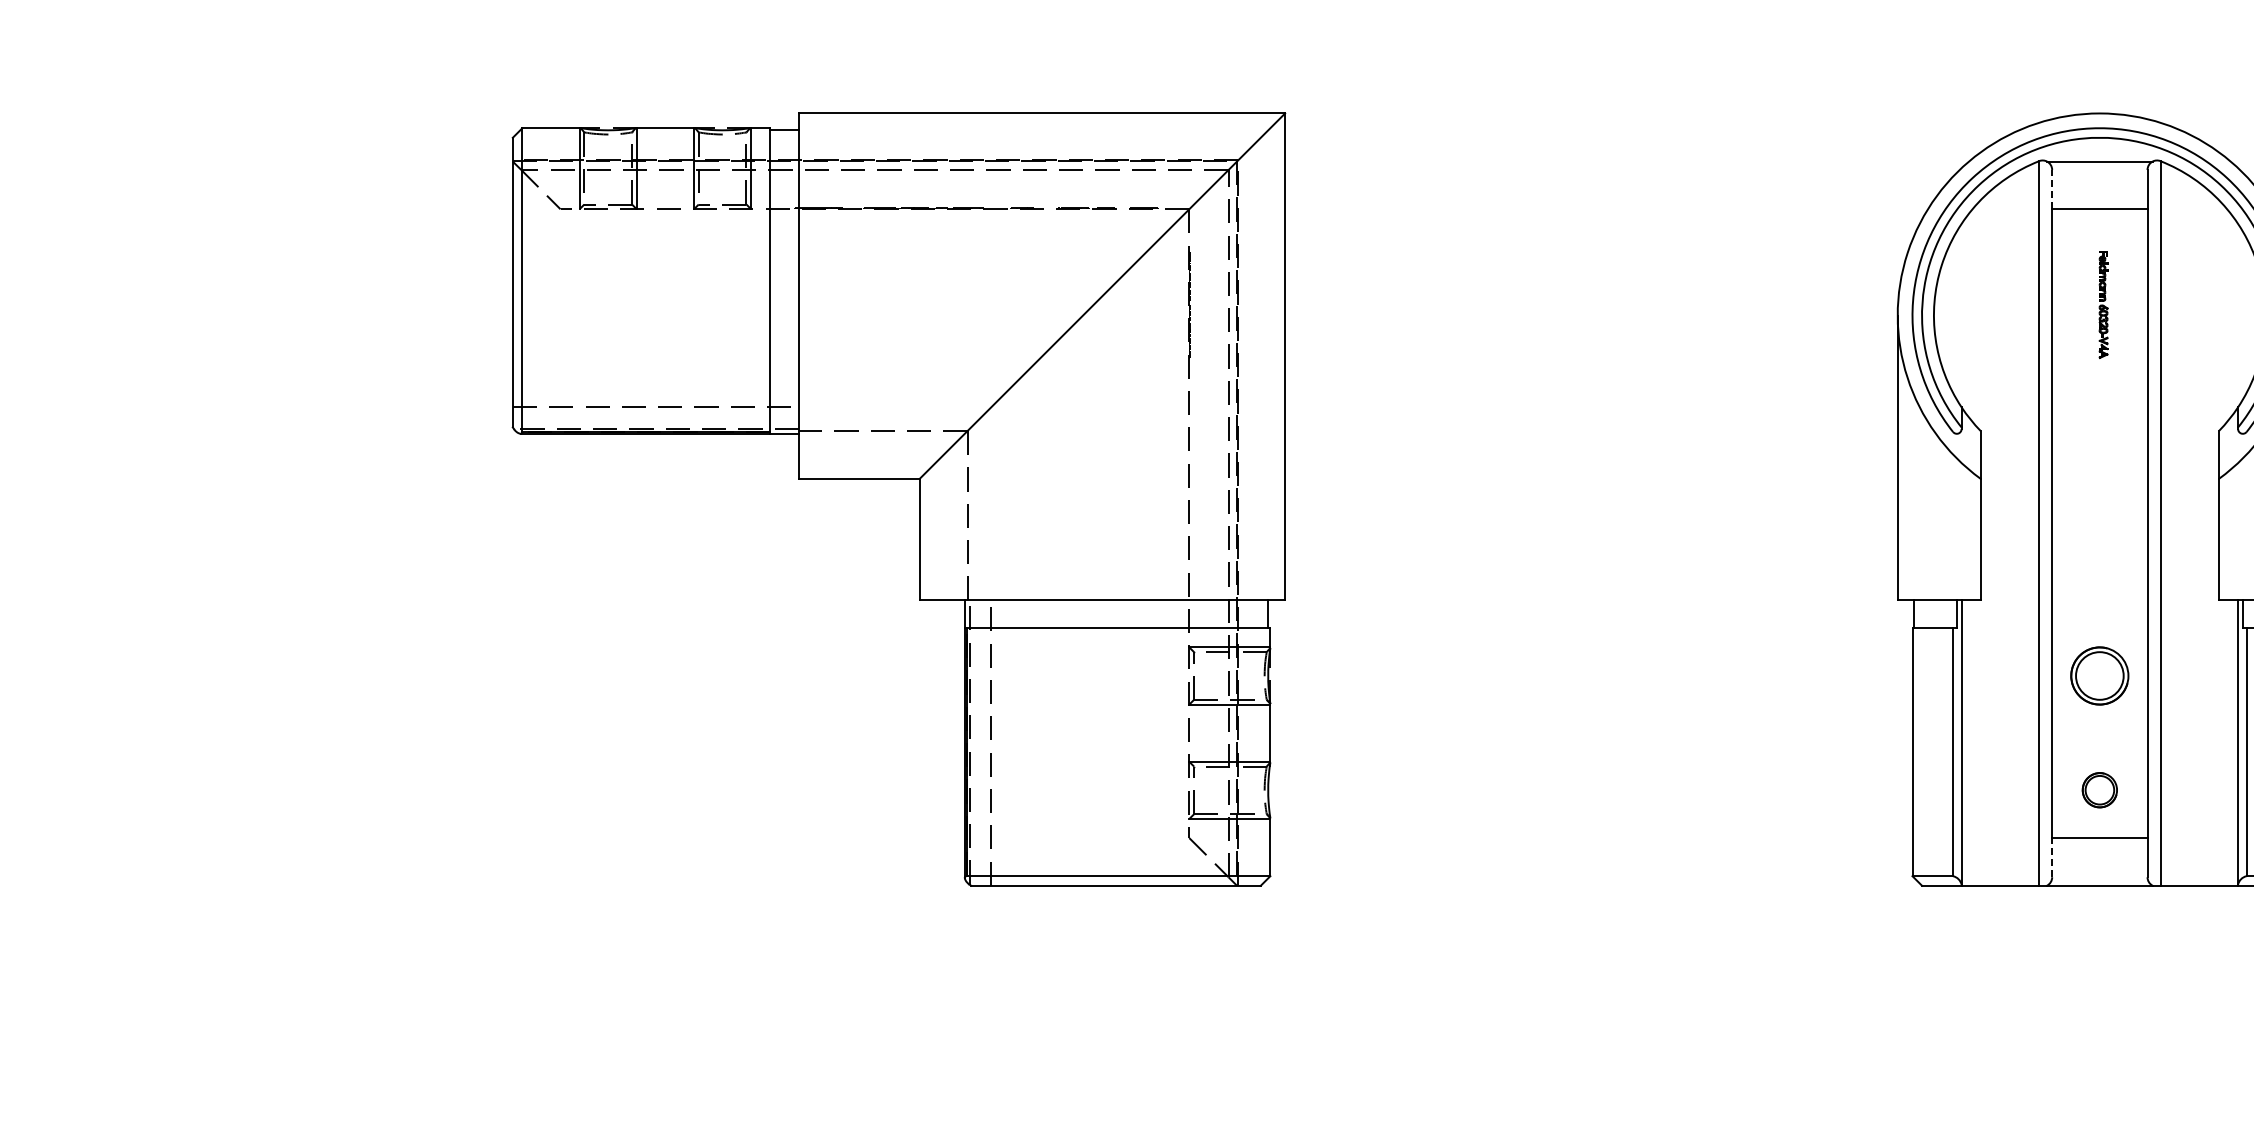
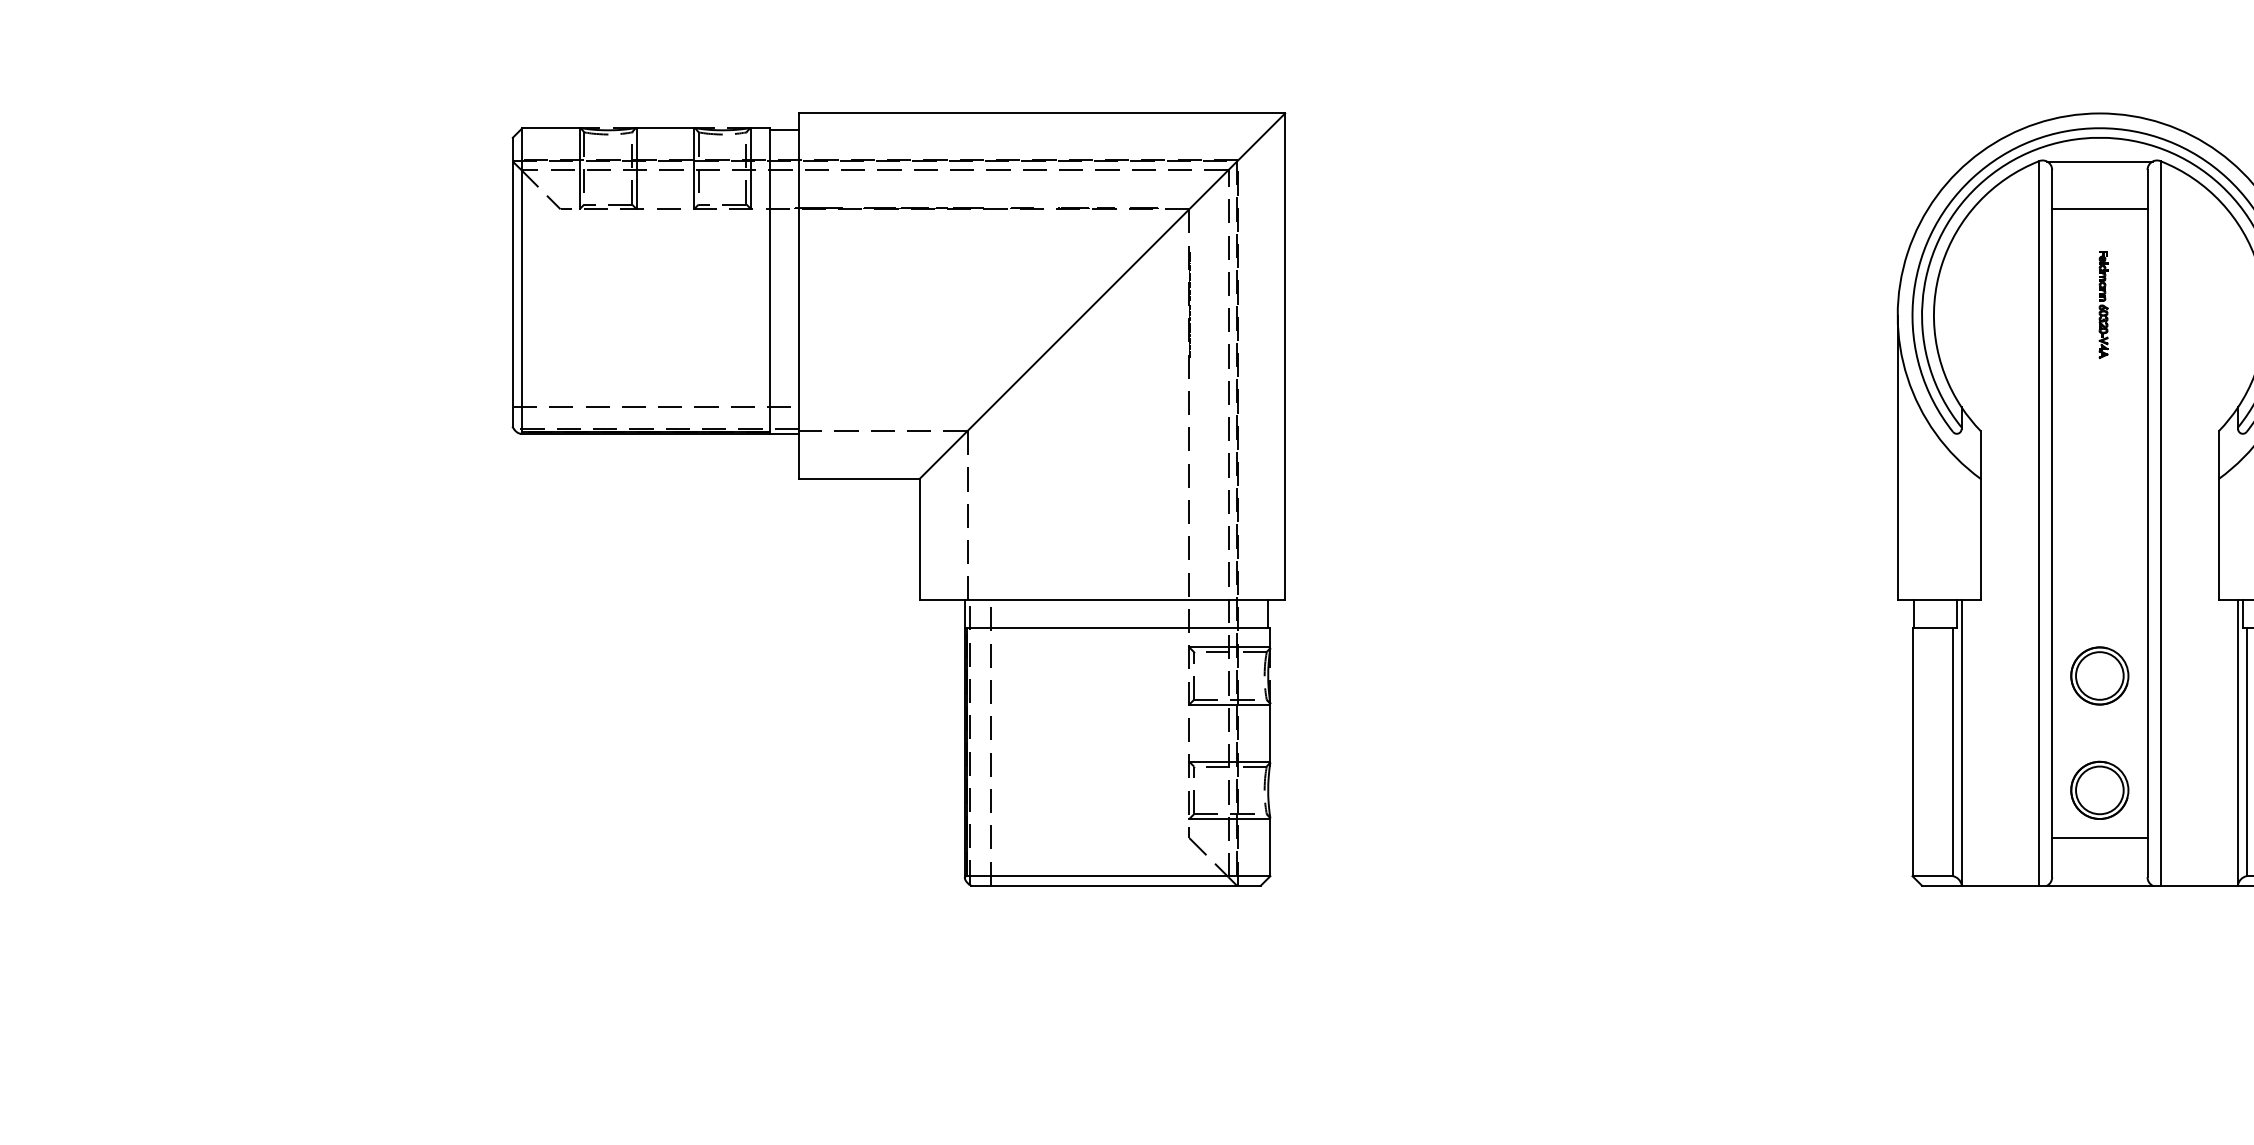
line at (2052, 189): dashed -> solid
part at (2099, 790) size: 37x37 px -> 60x60 px
line at (2052, 857): dashed -> solid
